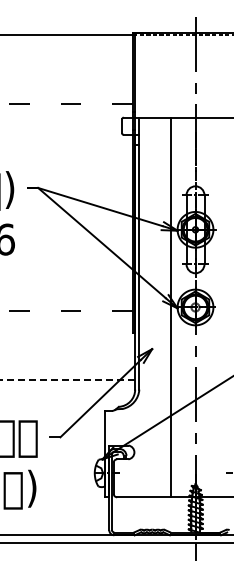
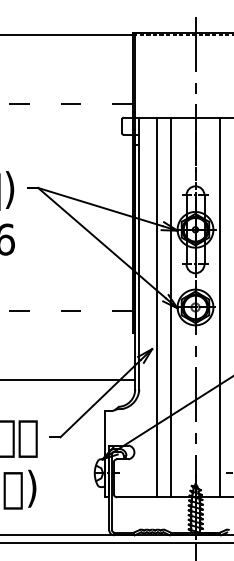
line at (156, 307): none -> present
line at (219, 307): none -> present
line at (67, 379): dashed -> solid
